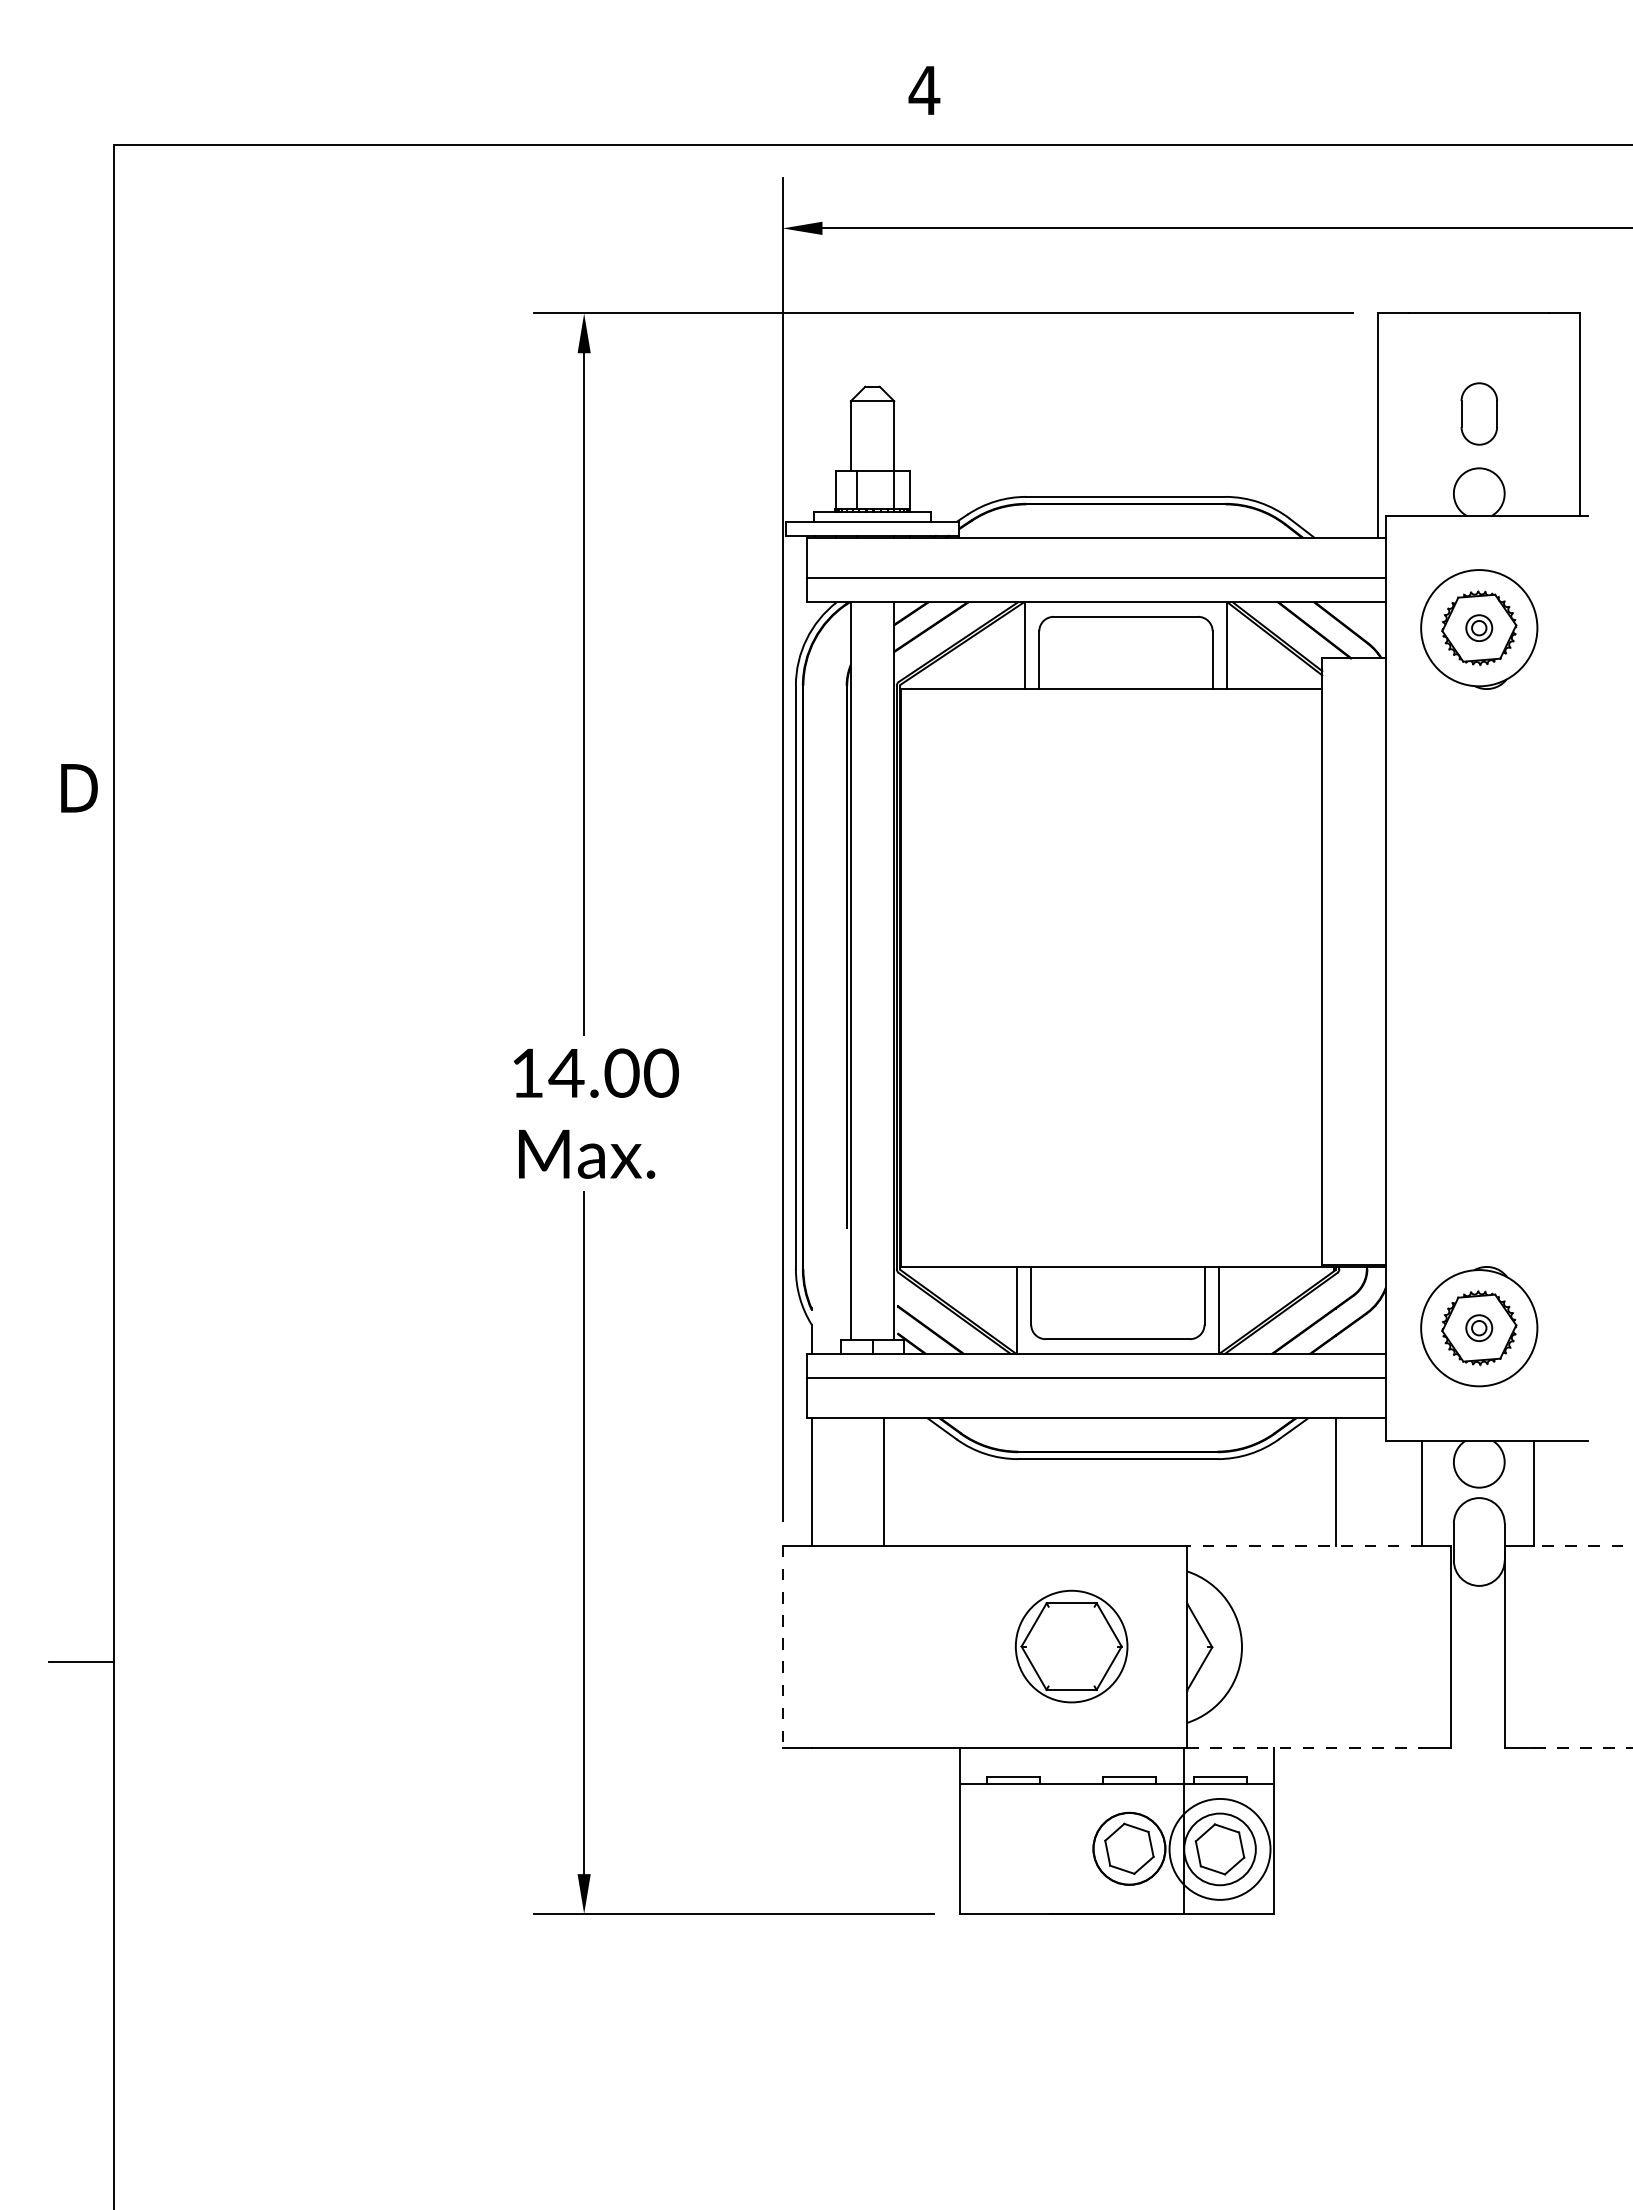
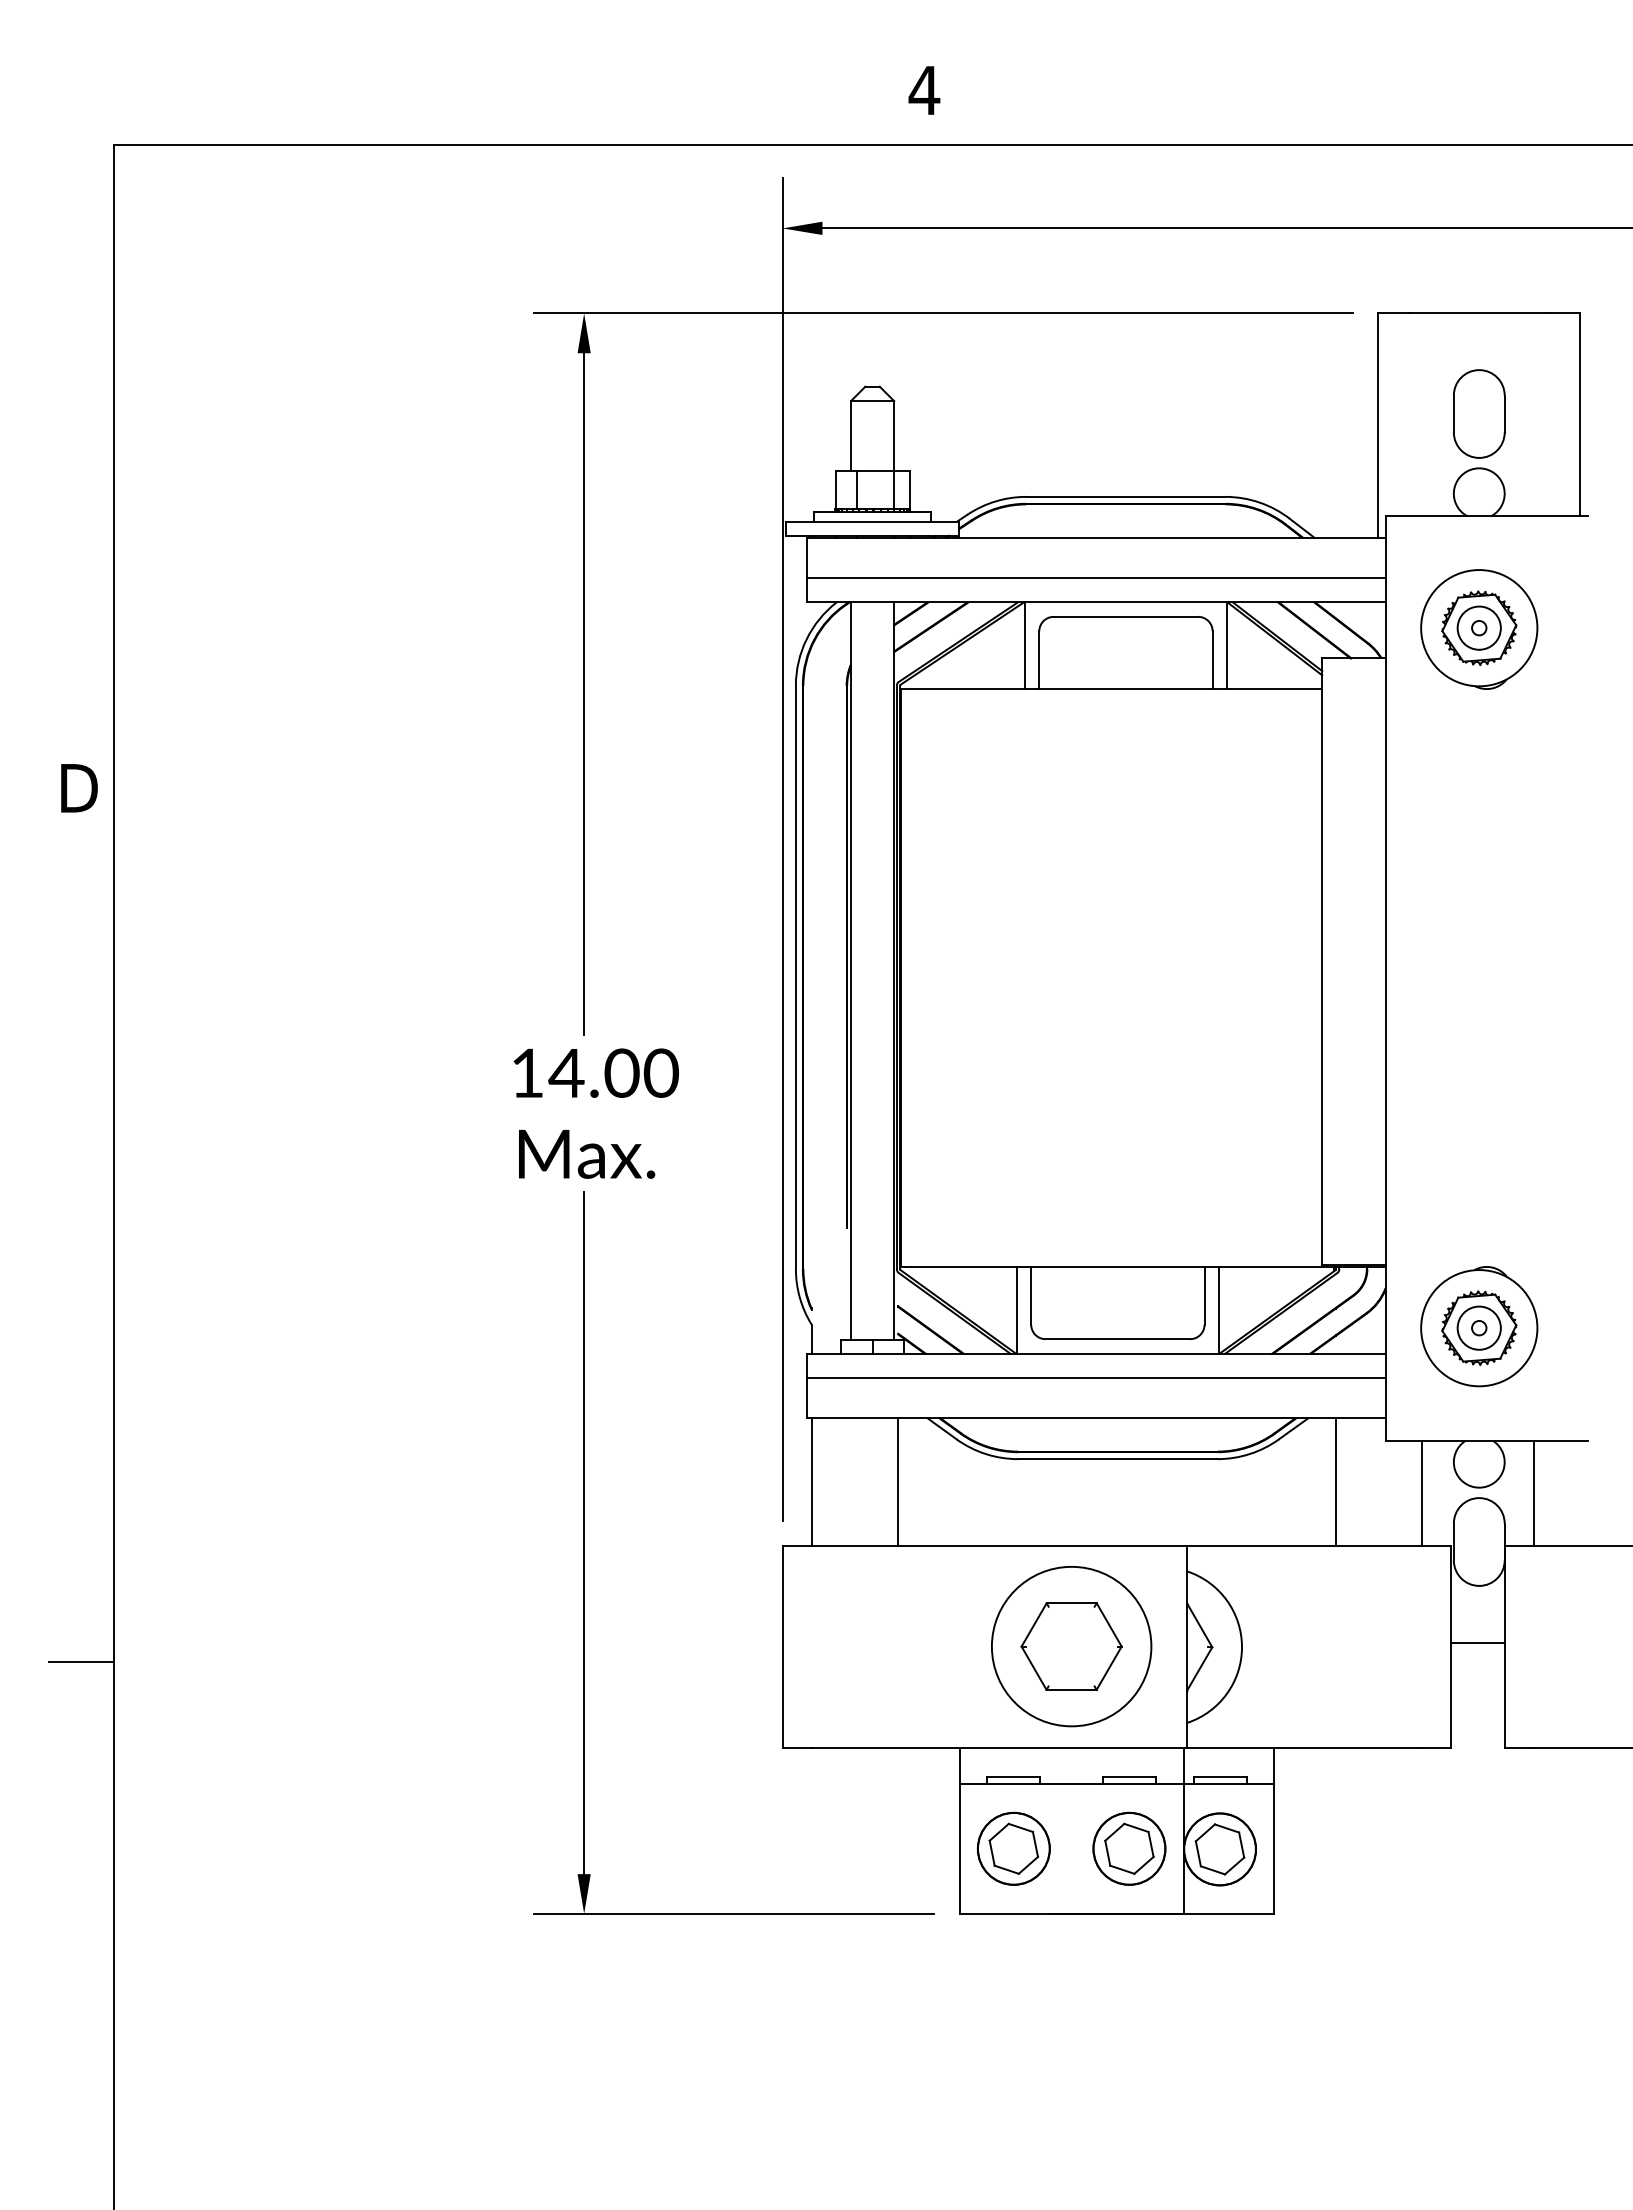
part at (1478, 413) size: 38x64 px -> 53x90 px
circle at (1479, 628) diameter: 26 px -> 43 px
circle at (1479, 1328) diameter: 26 px -> 43 px
line at (884, 1481) position: (884, 1481) -> (898, 1481)
line at (1304, 1545): dashed -> solid
line at (1582, 1545): dashed -> solid
line at (1478, 1642): none -> present
circle at (1071, 1646) diameter: 112 px -> 159 px
line at (782, 1647): dashed -> solid
line at (1304, 1748): dashed -> solid
line at (1583, 1748): dashed -> solid
part at (1013, 1848): none -> present
circle at (1219, 1848) diameter: 101 px -> 72 px
